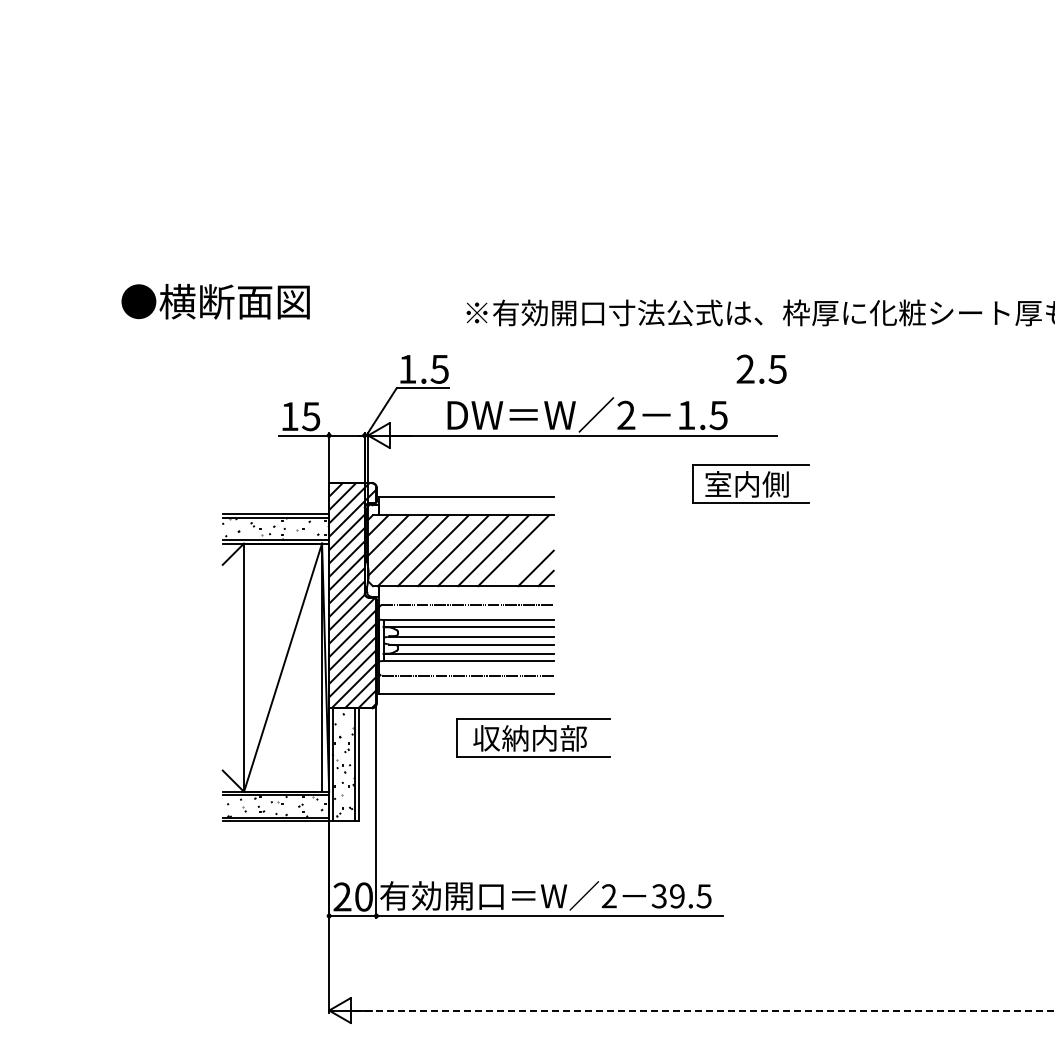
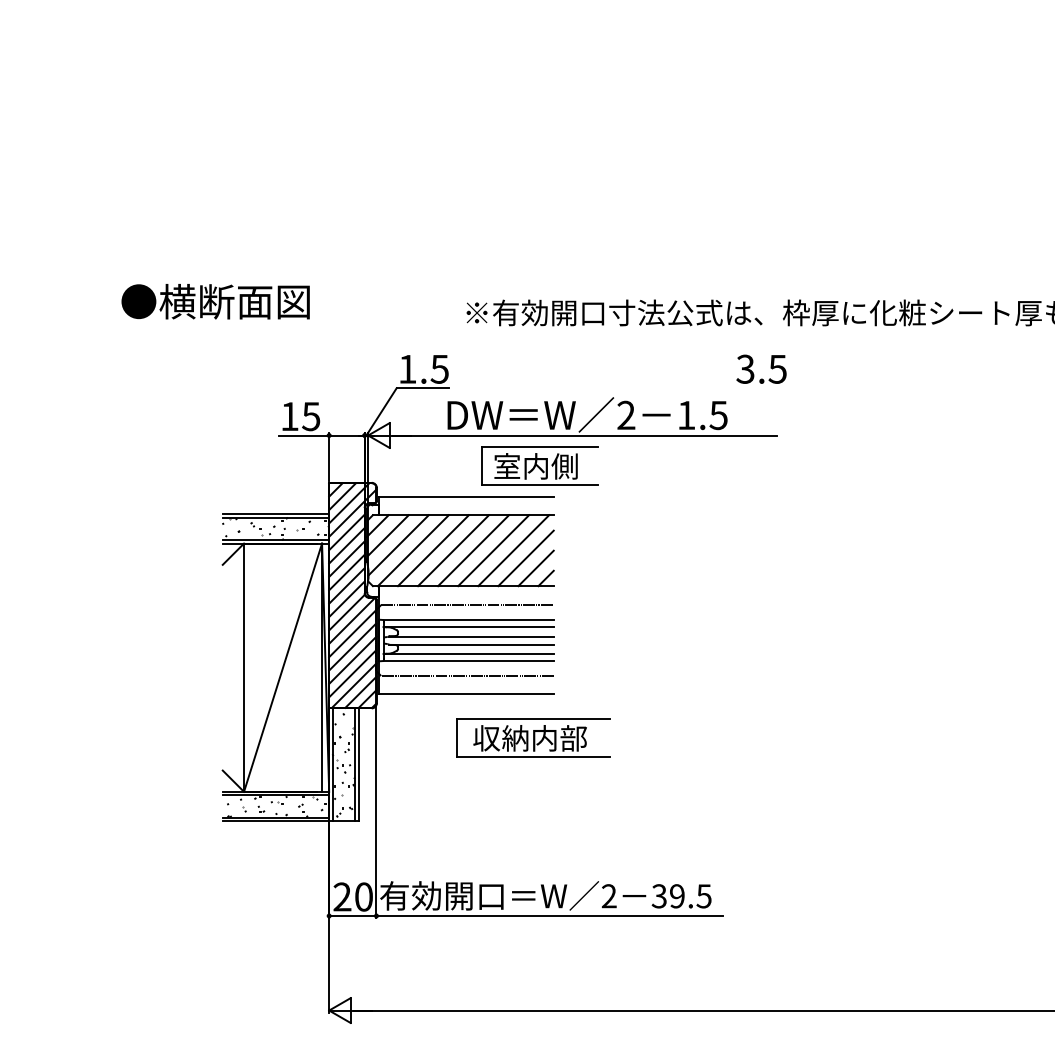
text at (745, 369): 2.5 -> 3.5
part at (750, 483) position: (750, 483) -> (539, 465)
line at (525, 558): none -> present
line at (704, 1010): dashed -> solid
